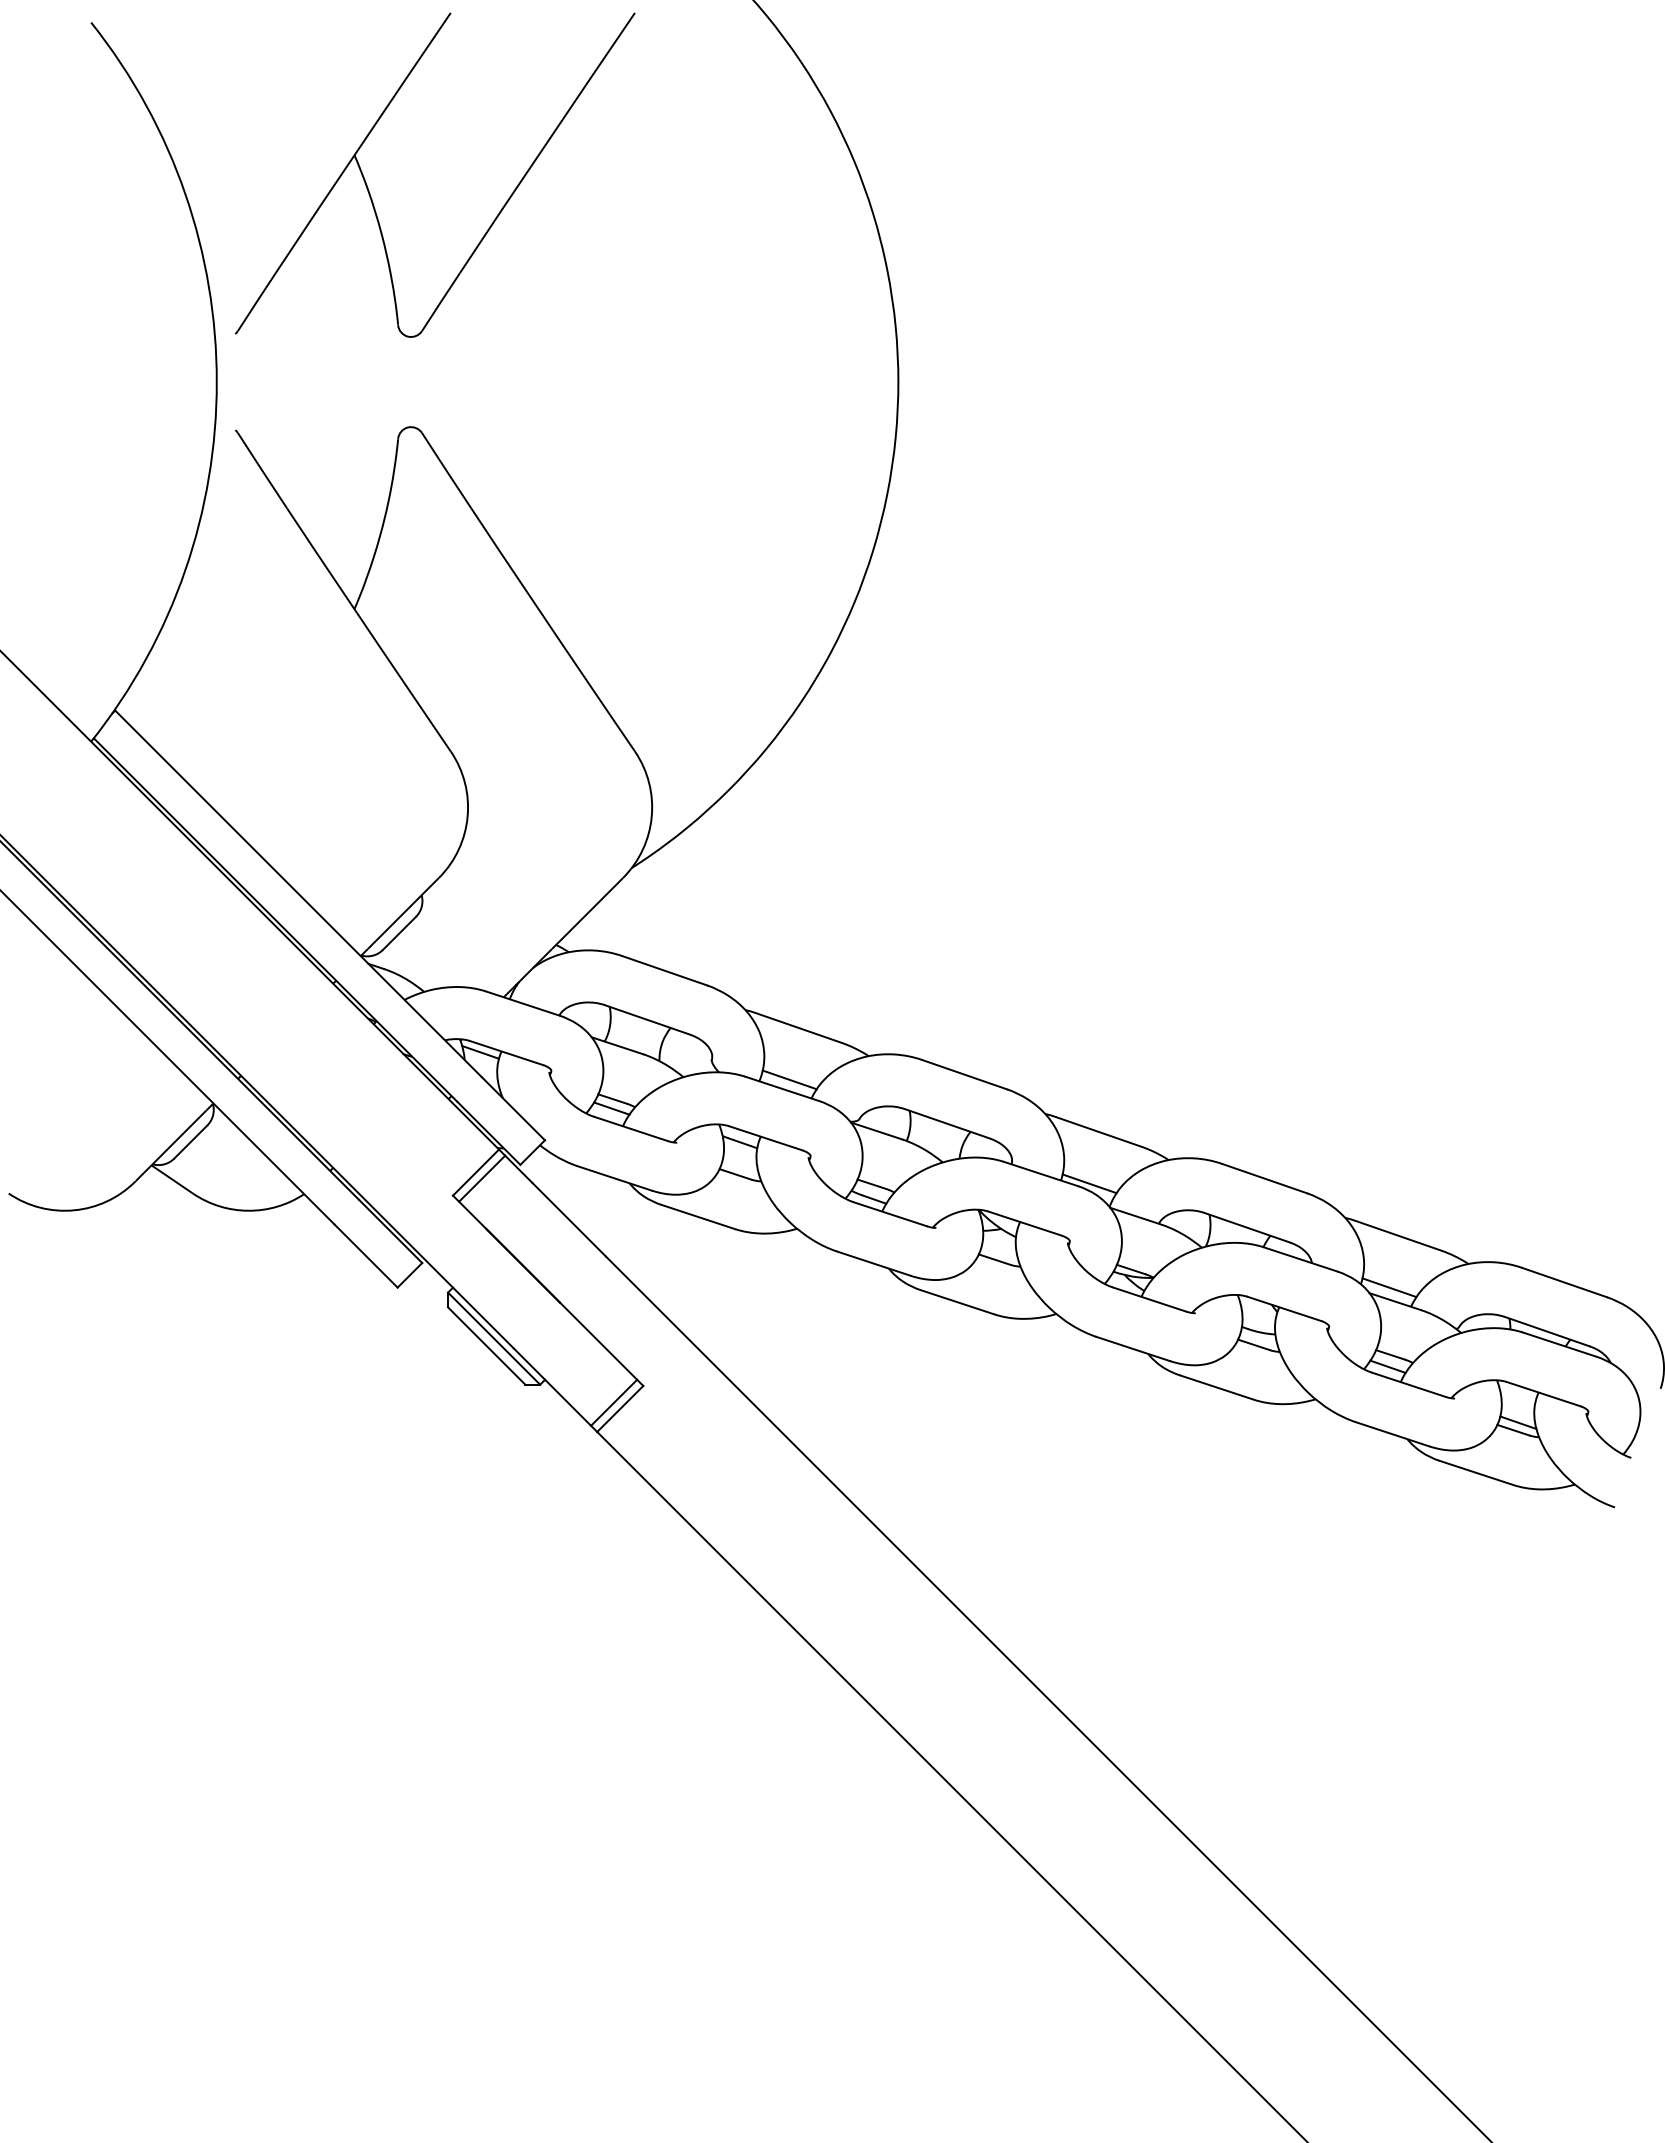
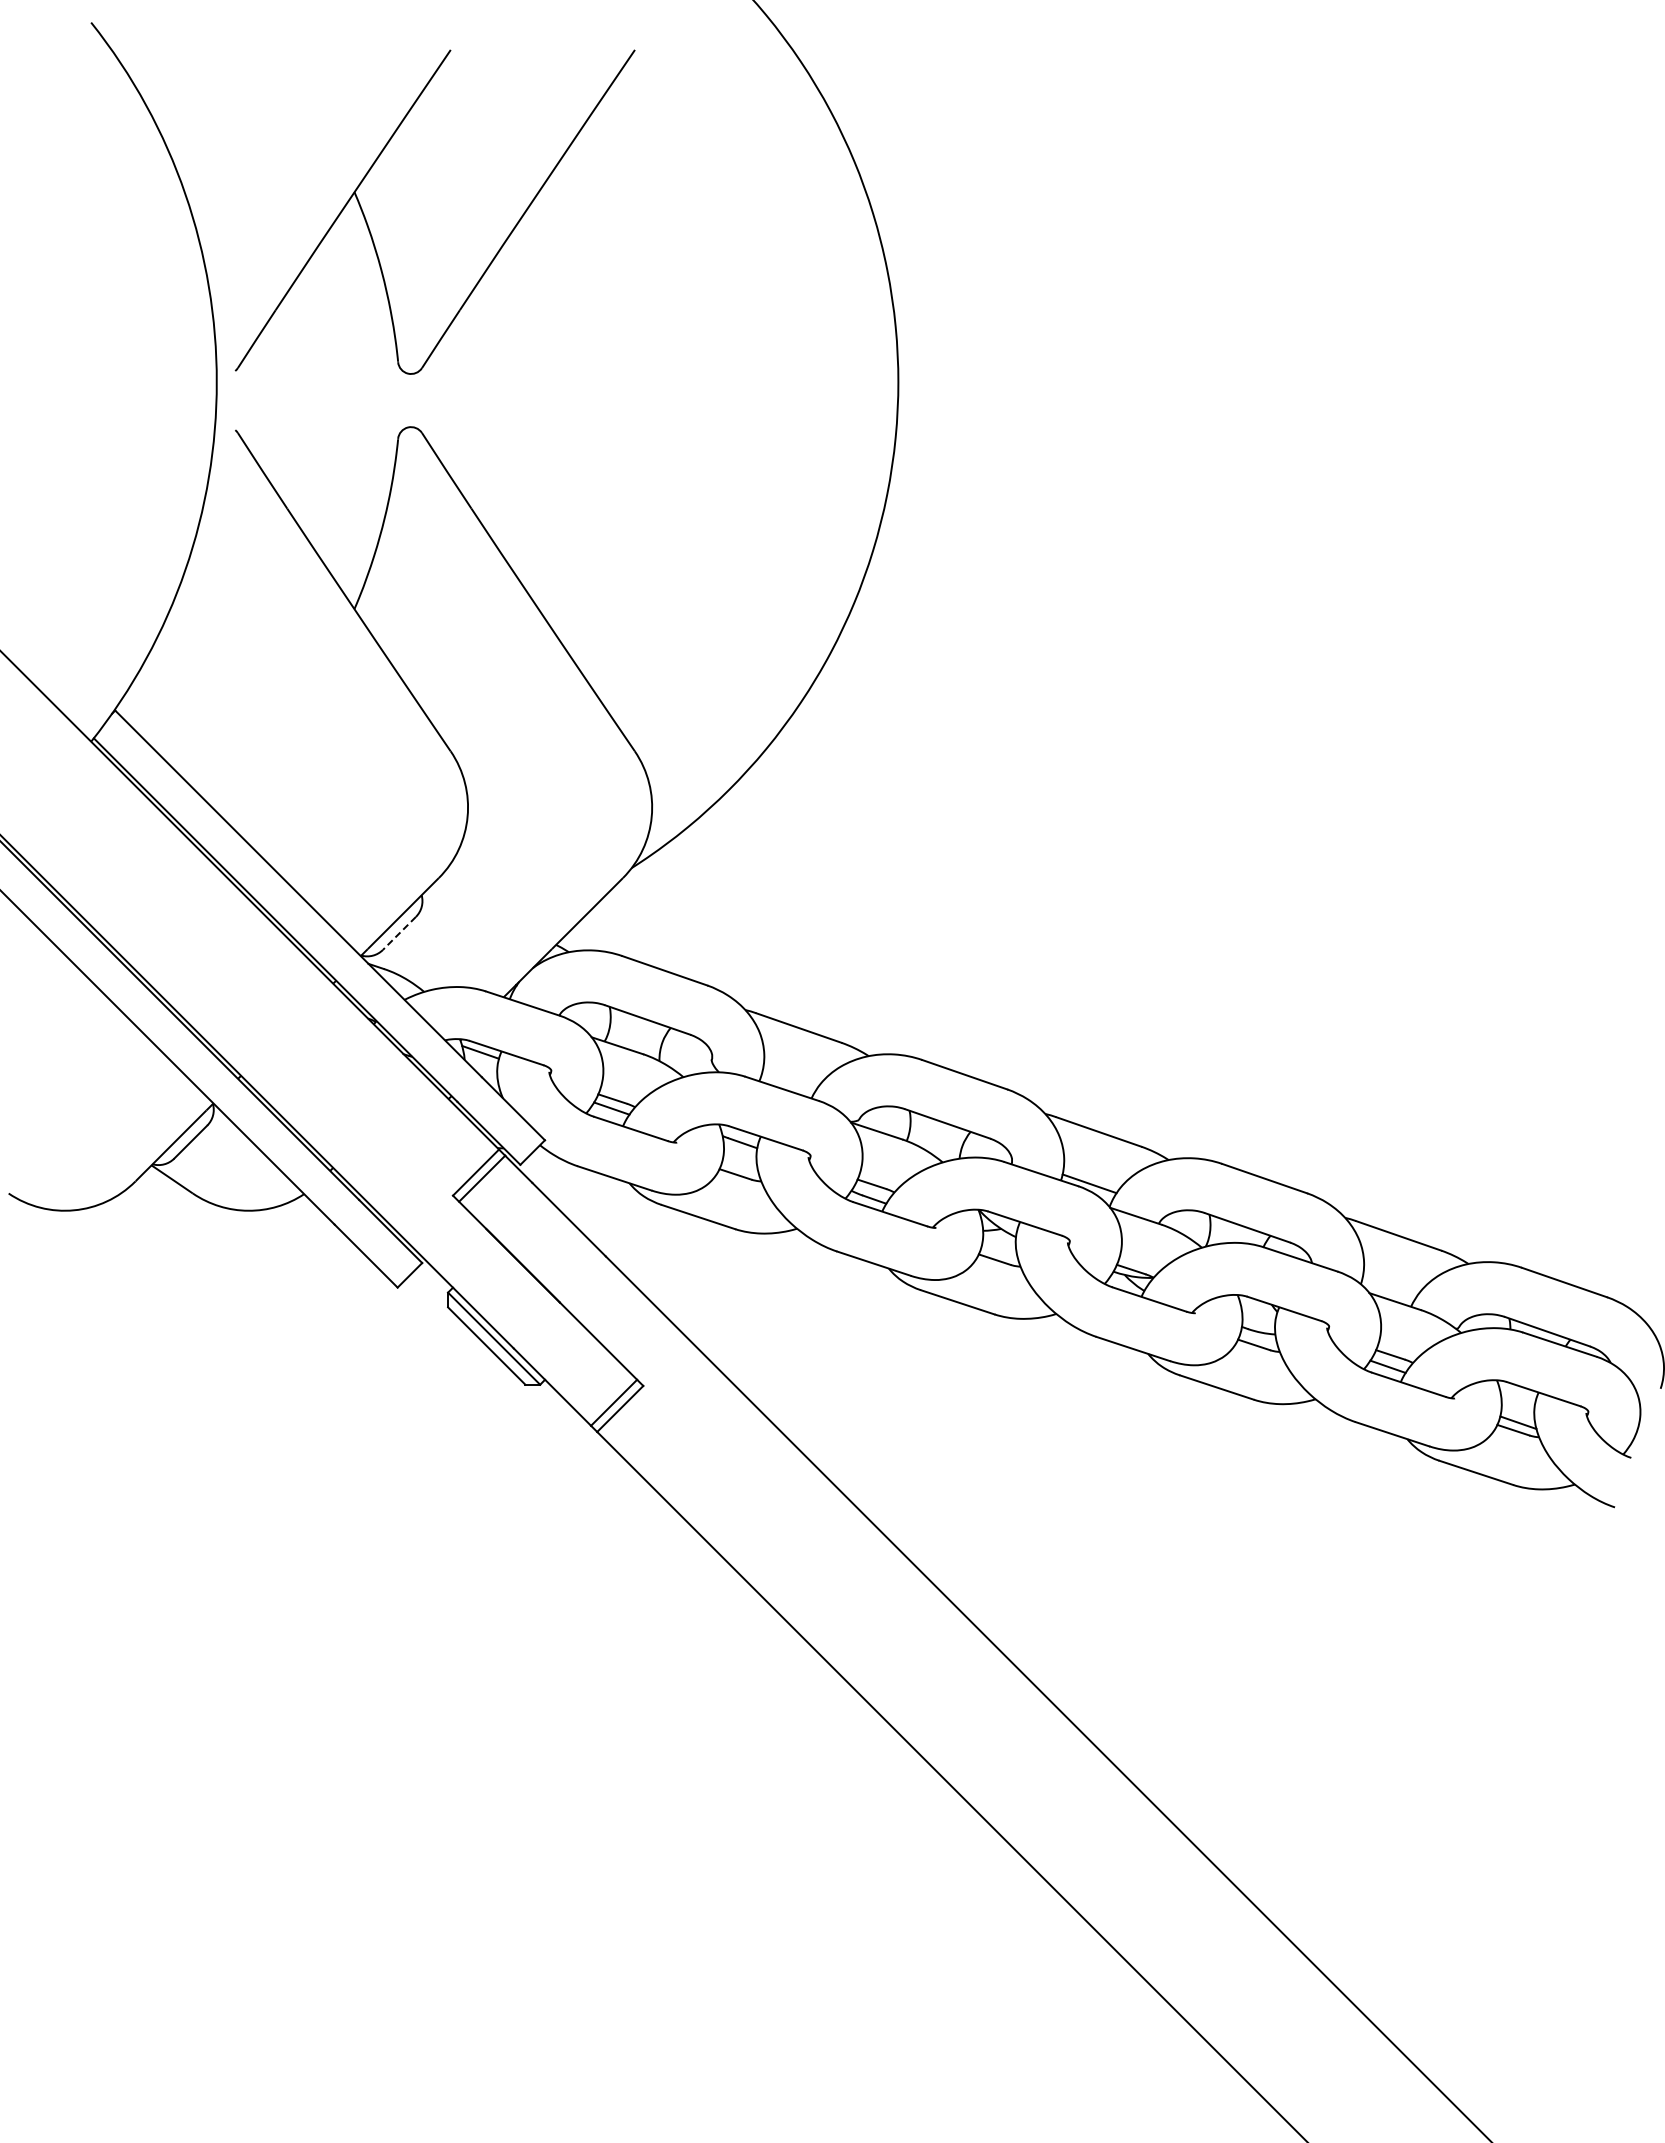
part at (371, 196) position: (371, 196) -> (371, 233)
line at (399, 933): solid -> dashed
line at (789, 1079): present -> none
line at (1389, 1287): present -> none
